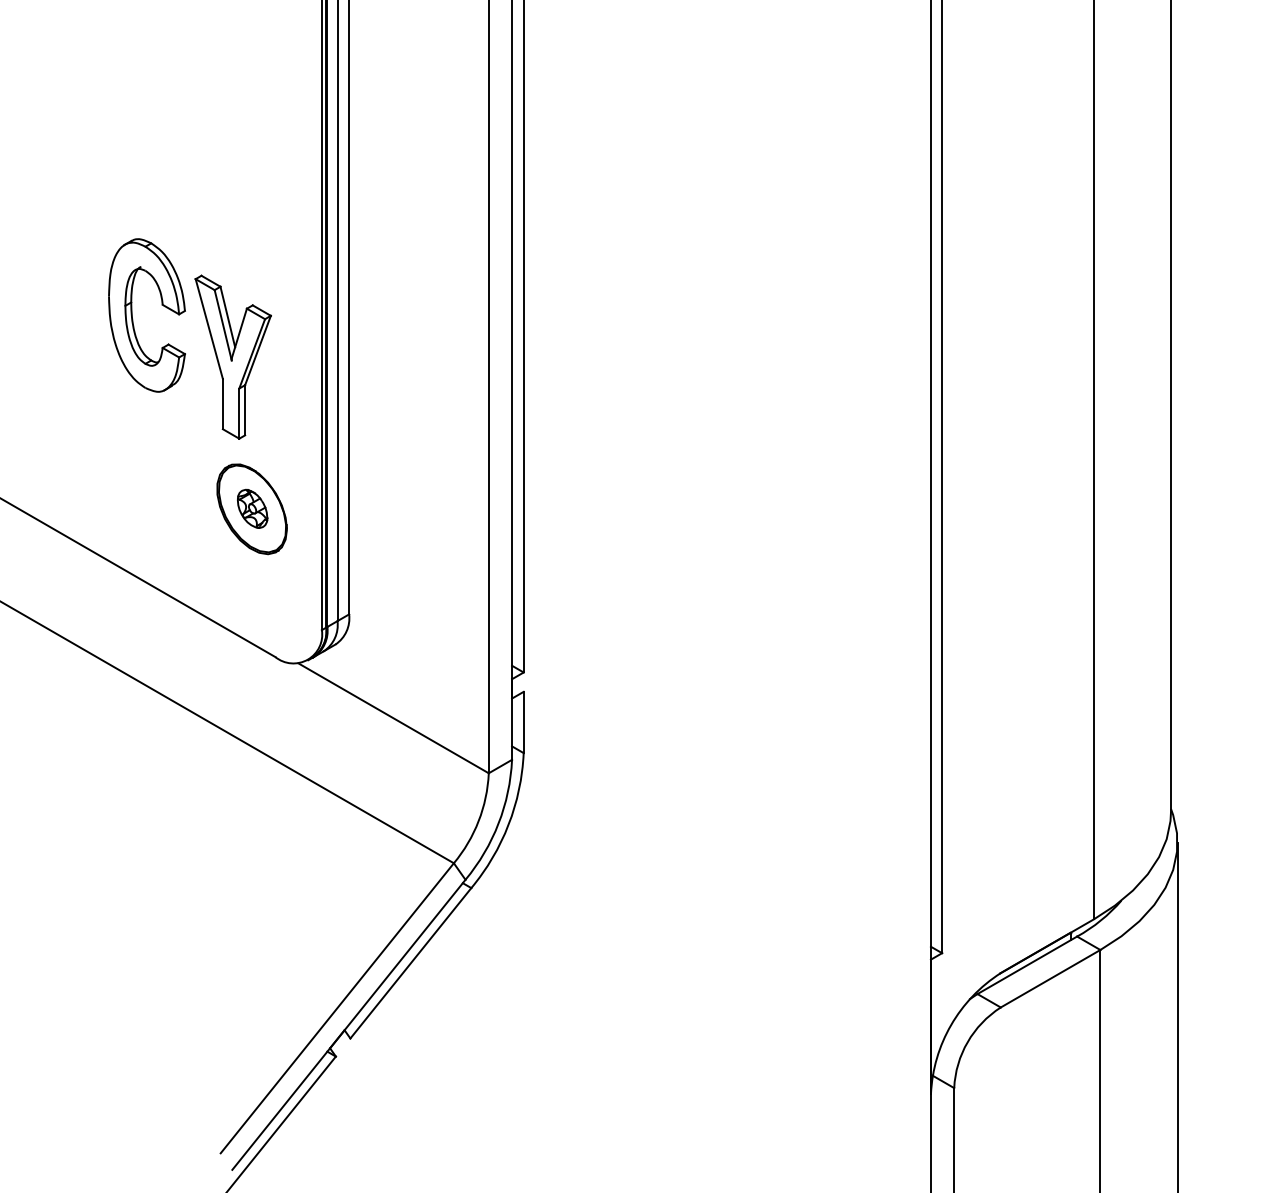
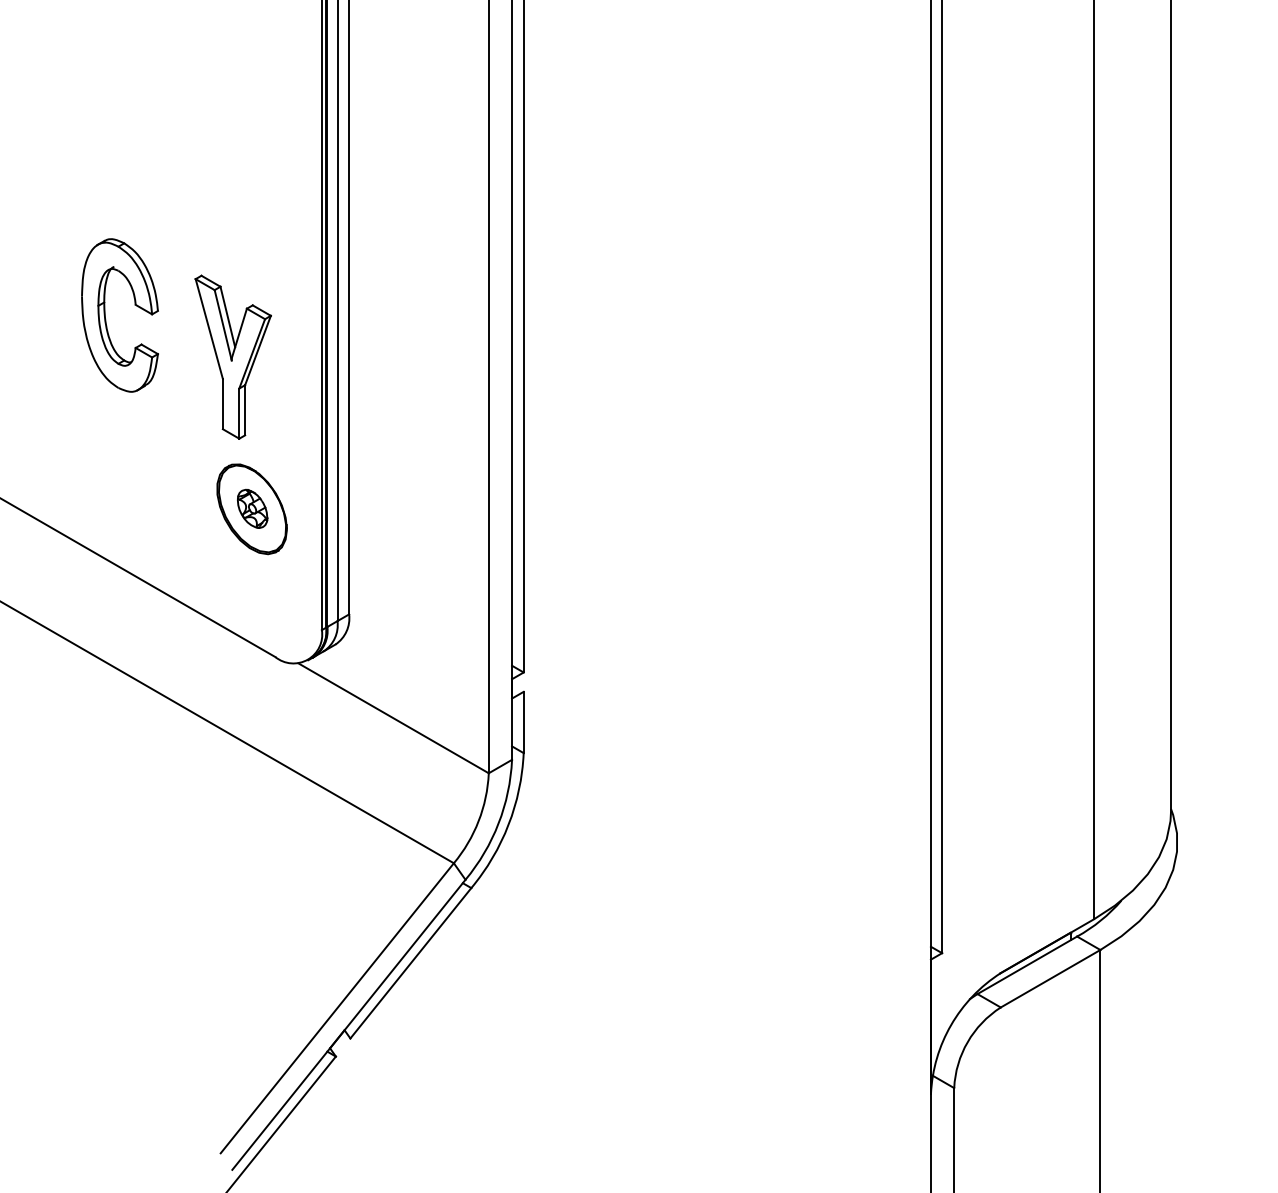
part at (133, 319) position: (133, 319) -> (106, 319)
line at (1177, 1015): present -> none
